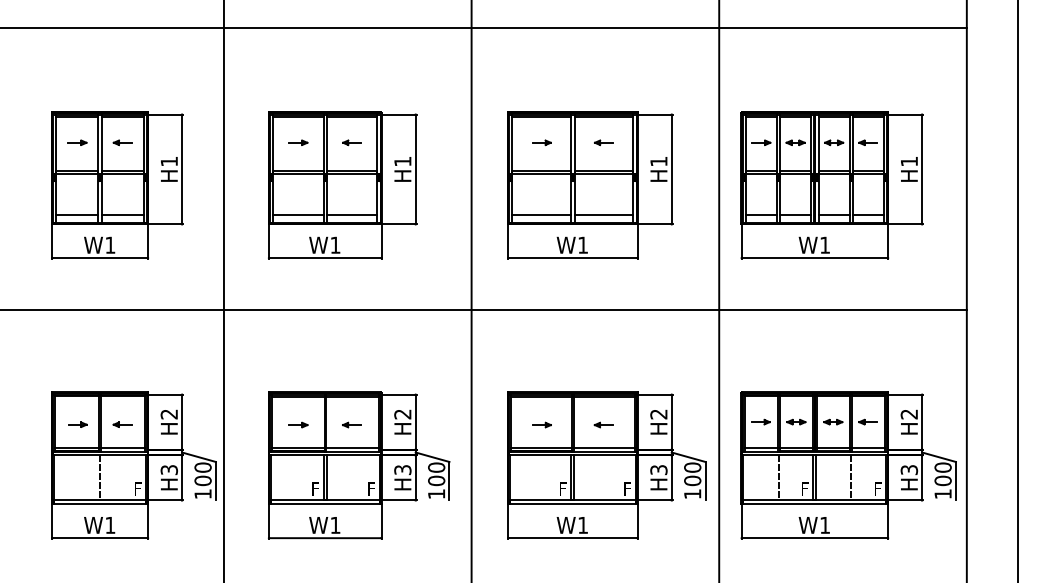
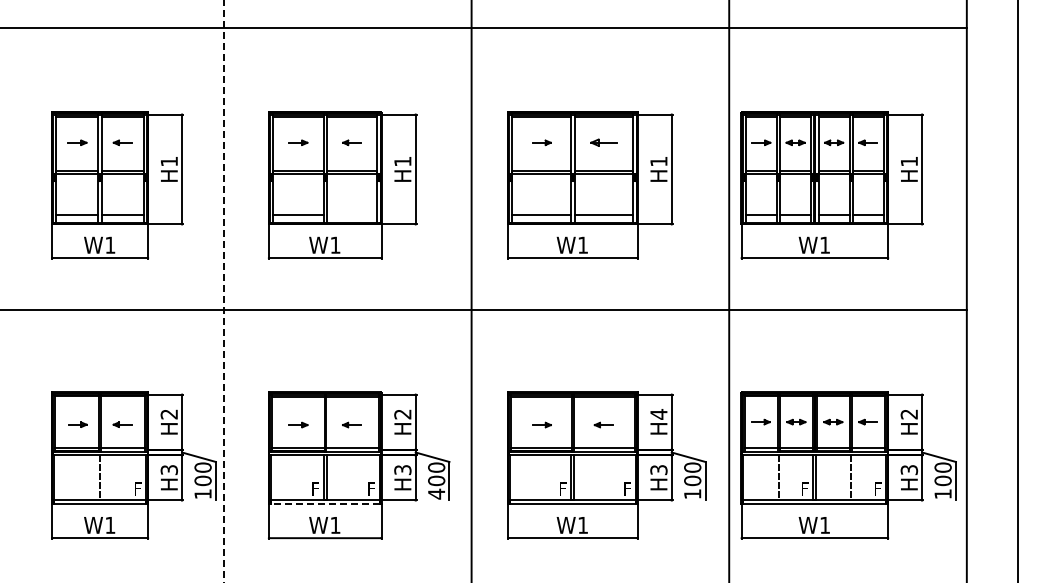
part at (603, 142) size: 20x8 px -> 28x9 px
line at (351, 215): present -> none
line at (719, 290) position: (719, 290) -> (729, 290)
line at (223, 291): solid -> dashed
text at (658, 414): H2 -> H4
text at (436, 493): 100 -> 400
line at (325, 504): solid -> dashed
